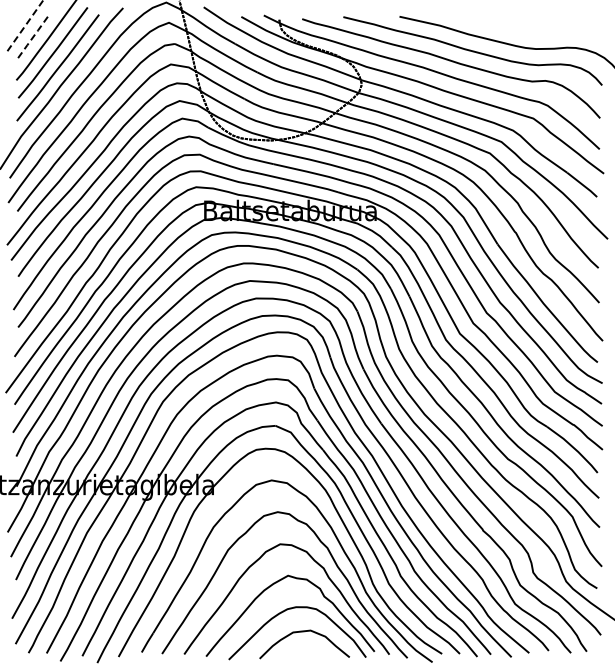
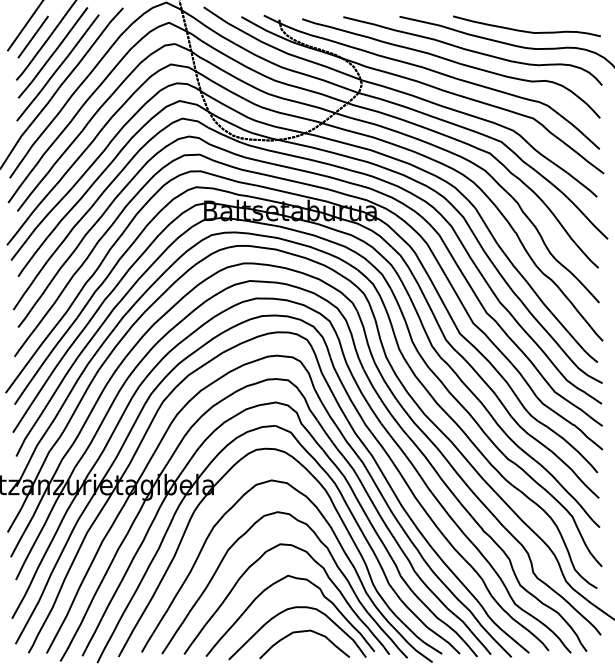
line at (25, 25): dashed -> solid
curve at (526, 30): none -> present
line at (33, 36): dashed -> solid
